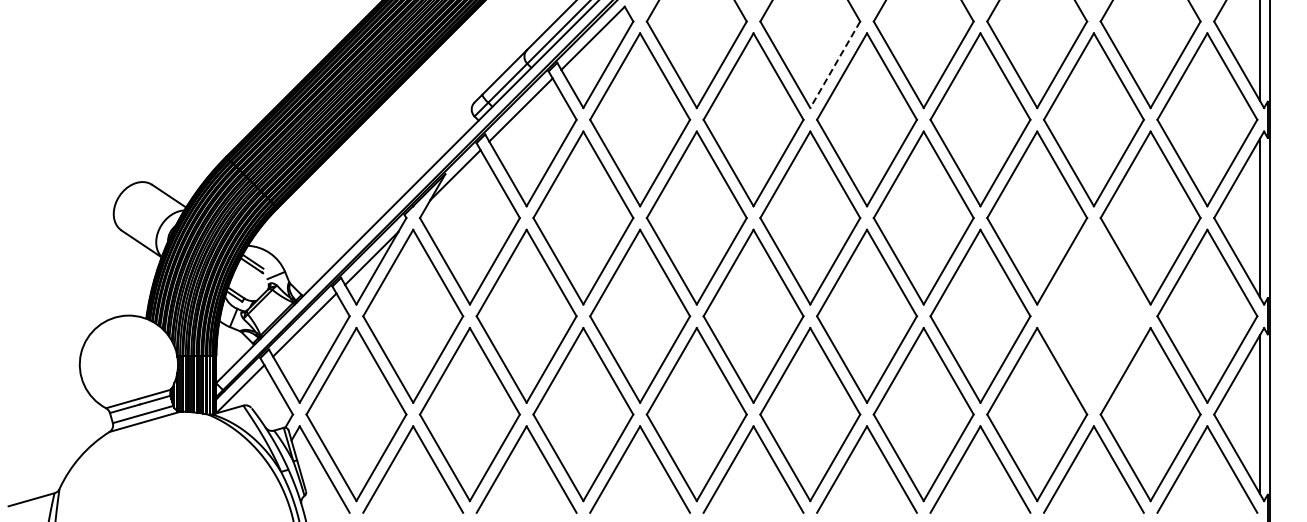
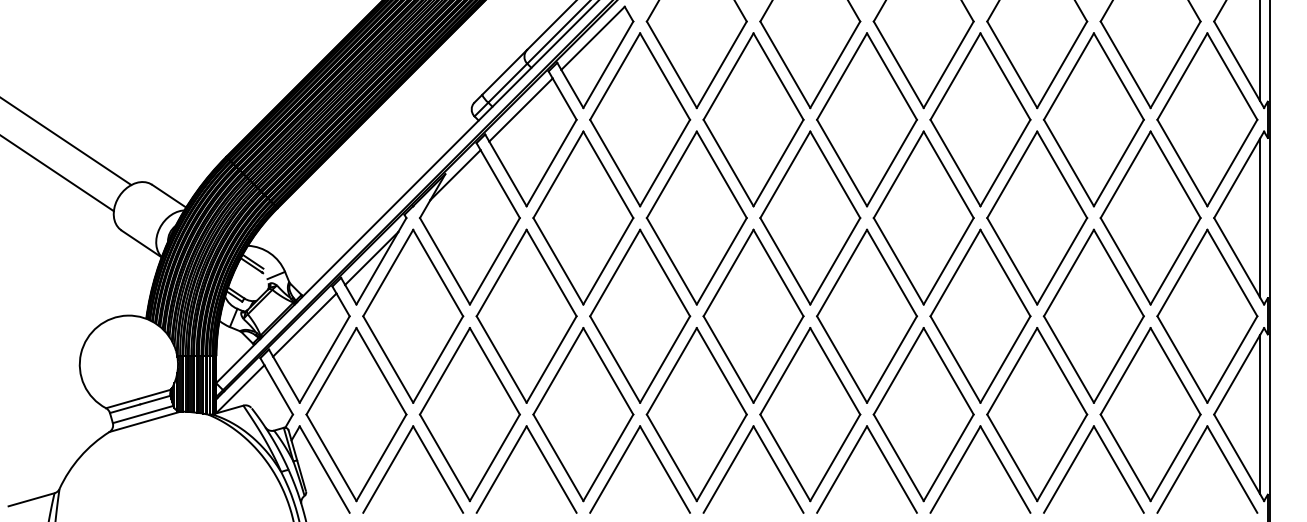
line at (835, 64): dashed -> solid
line at (66, 141): none -> present
line at (57, 173): none -> present
part at (1093, 315): none -> present
